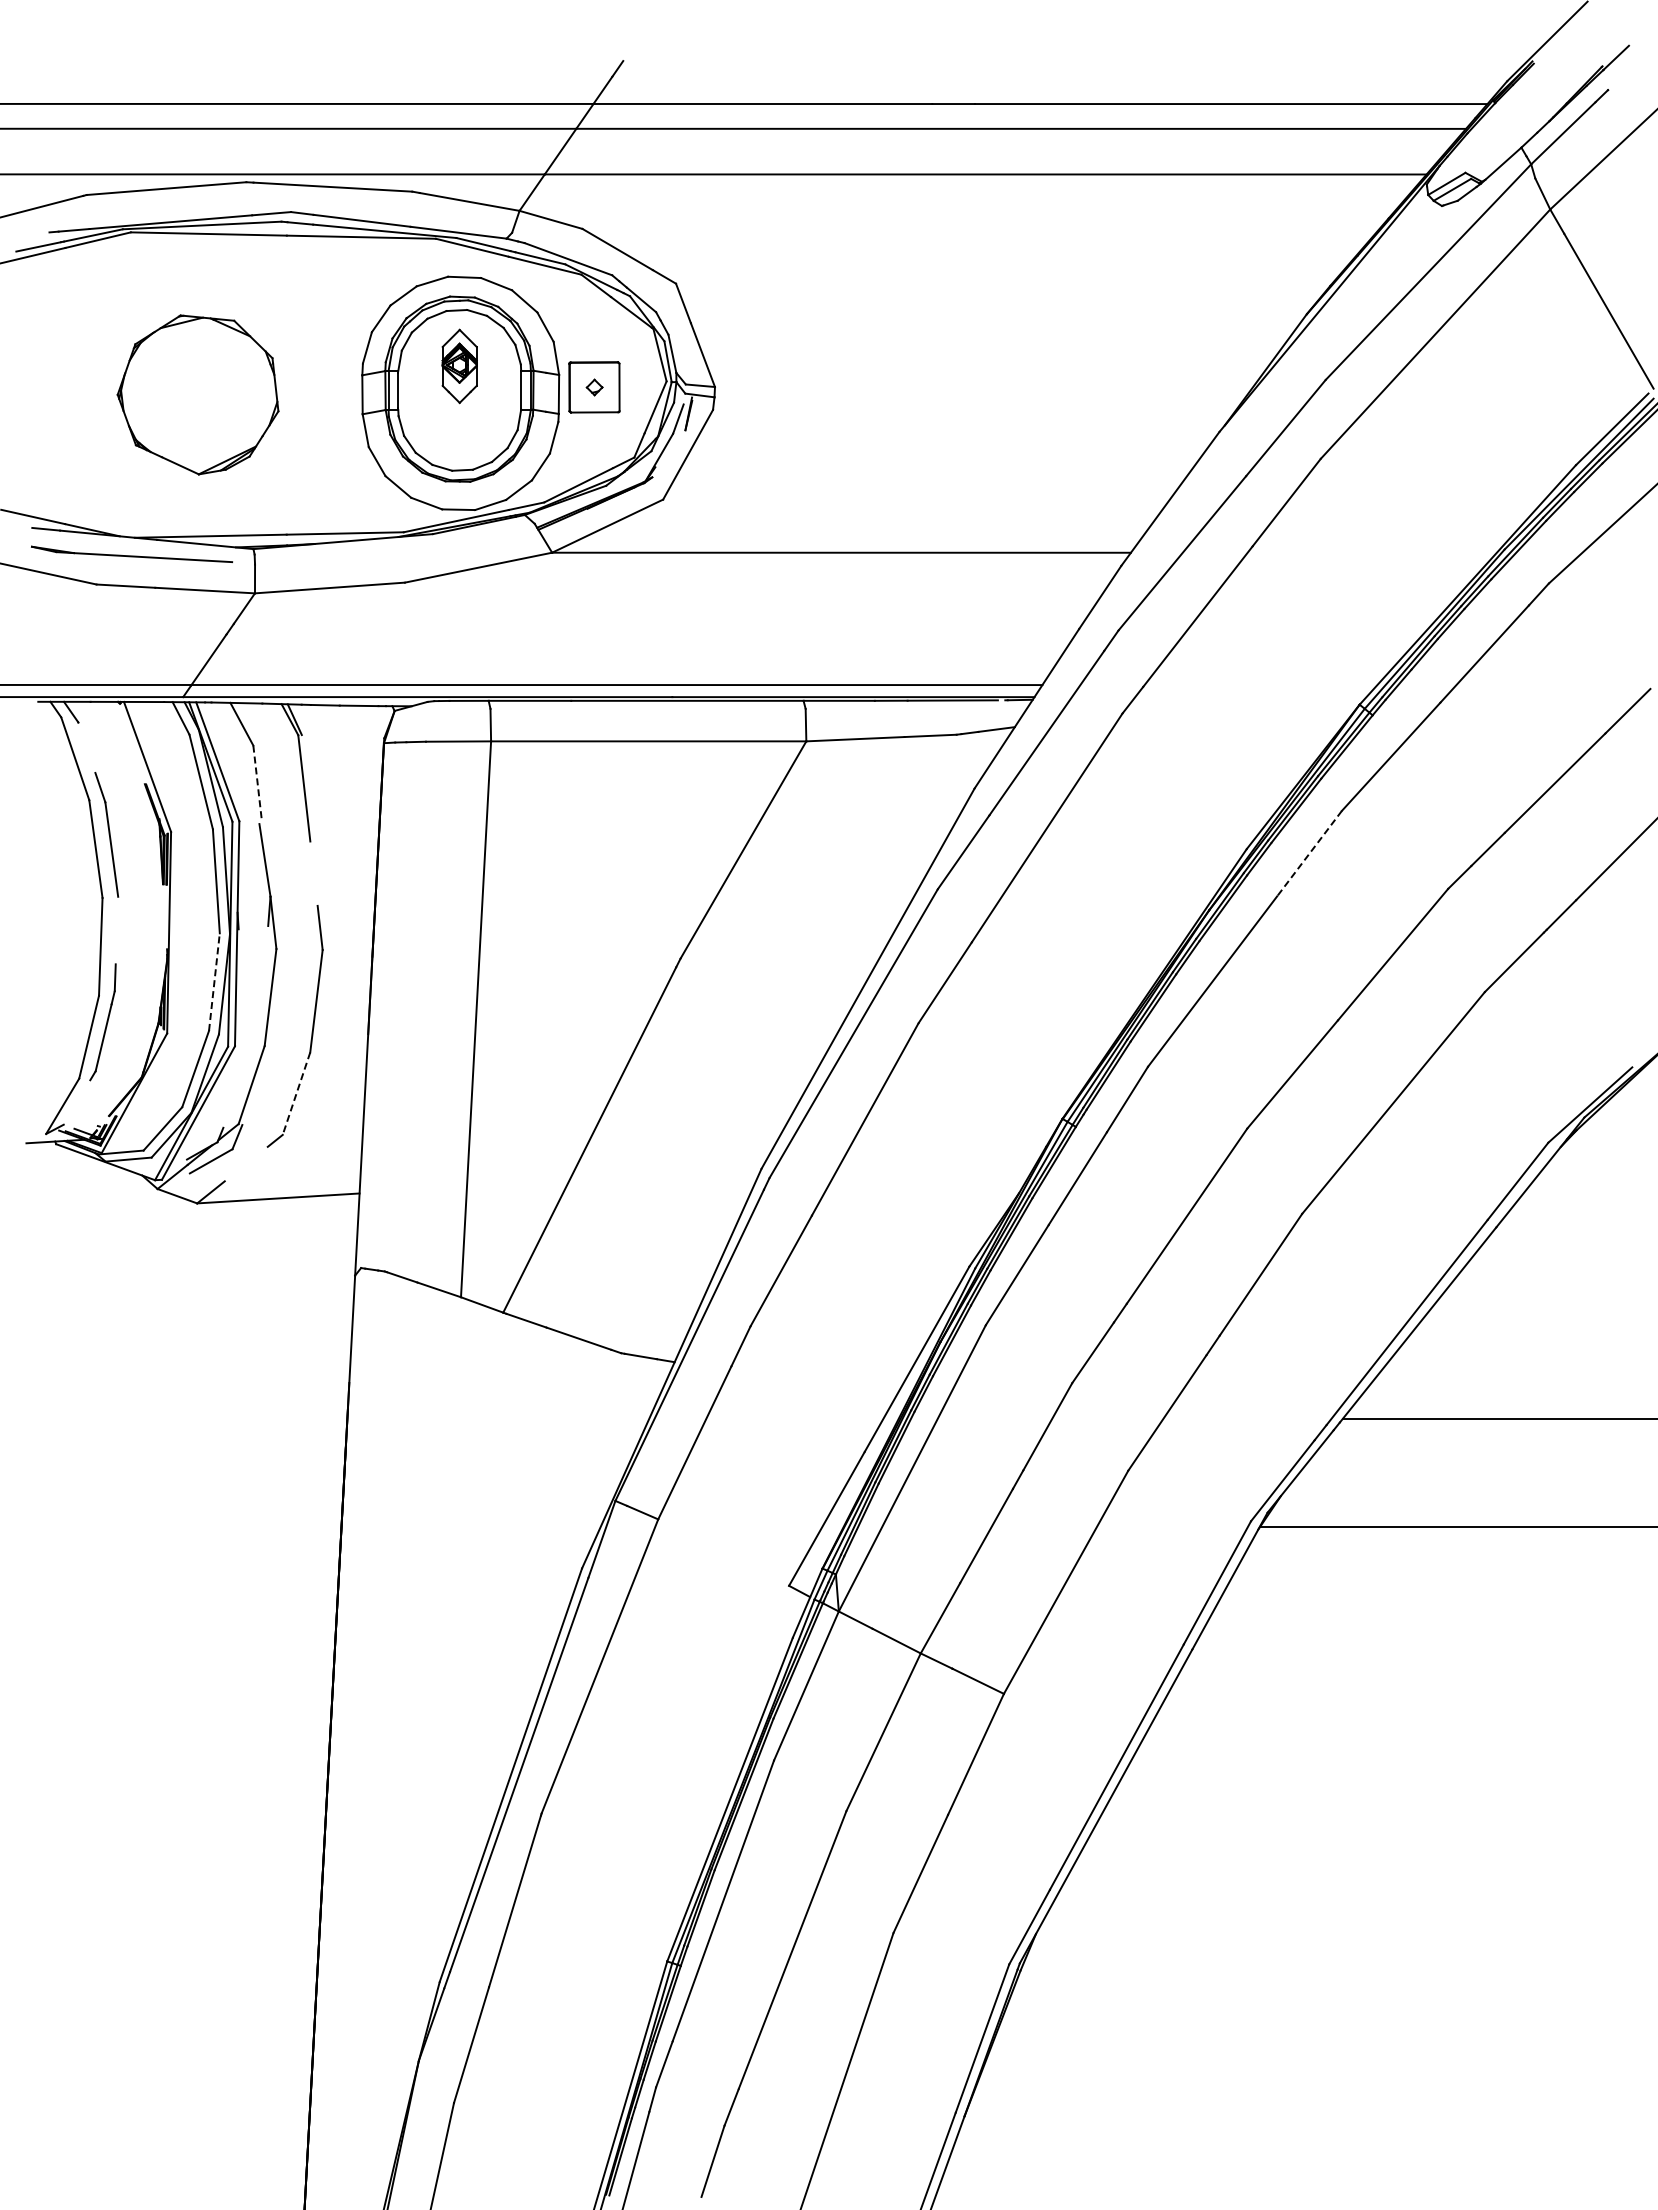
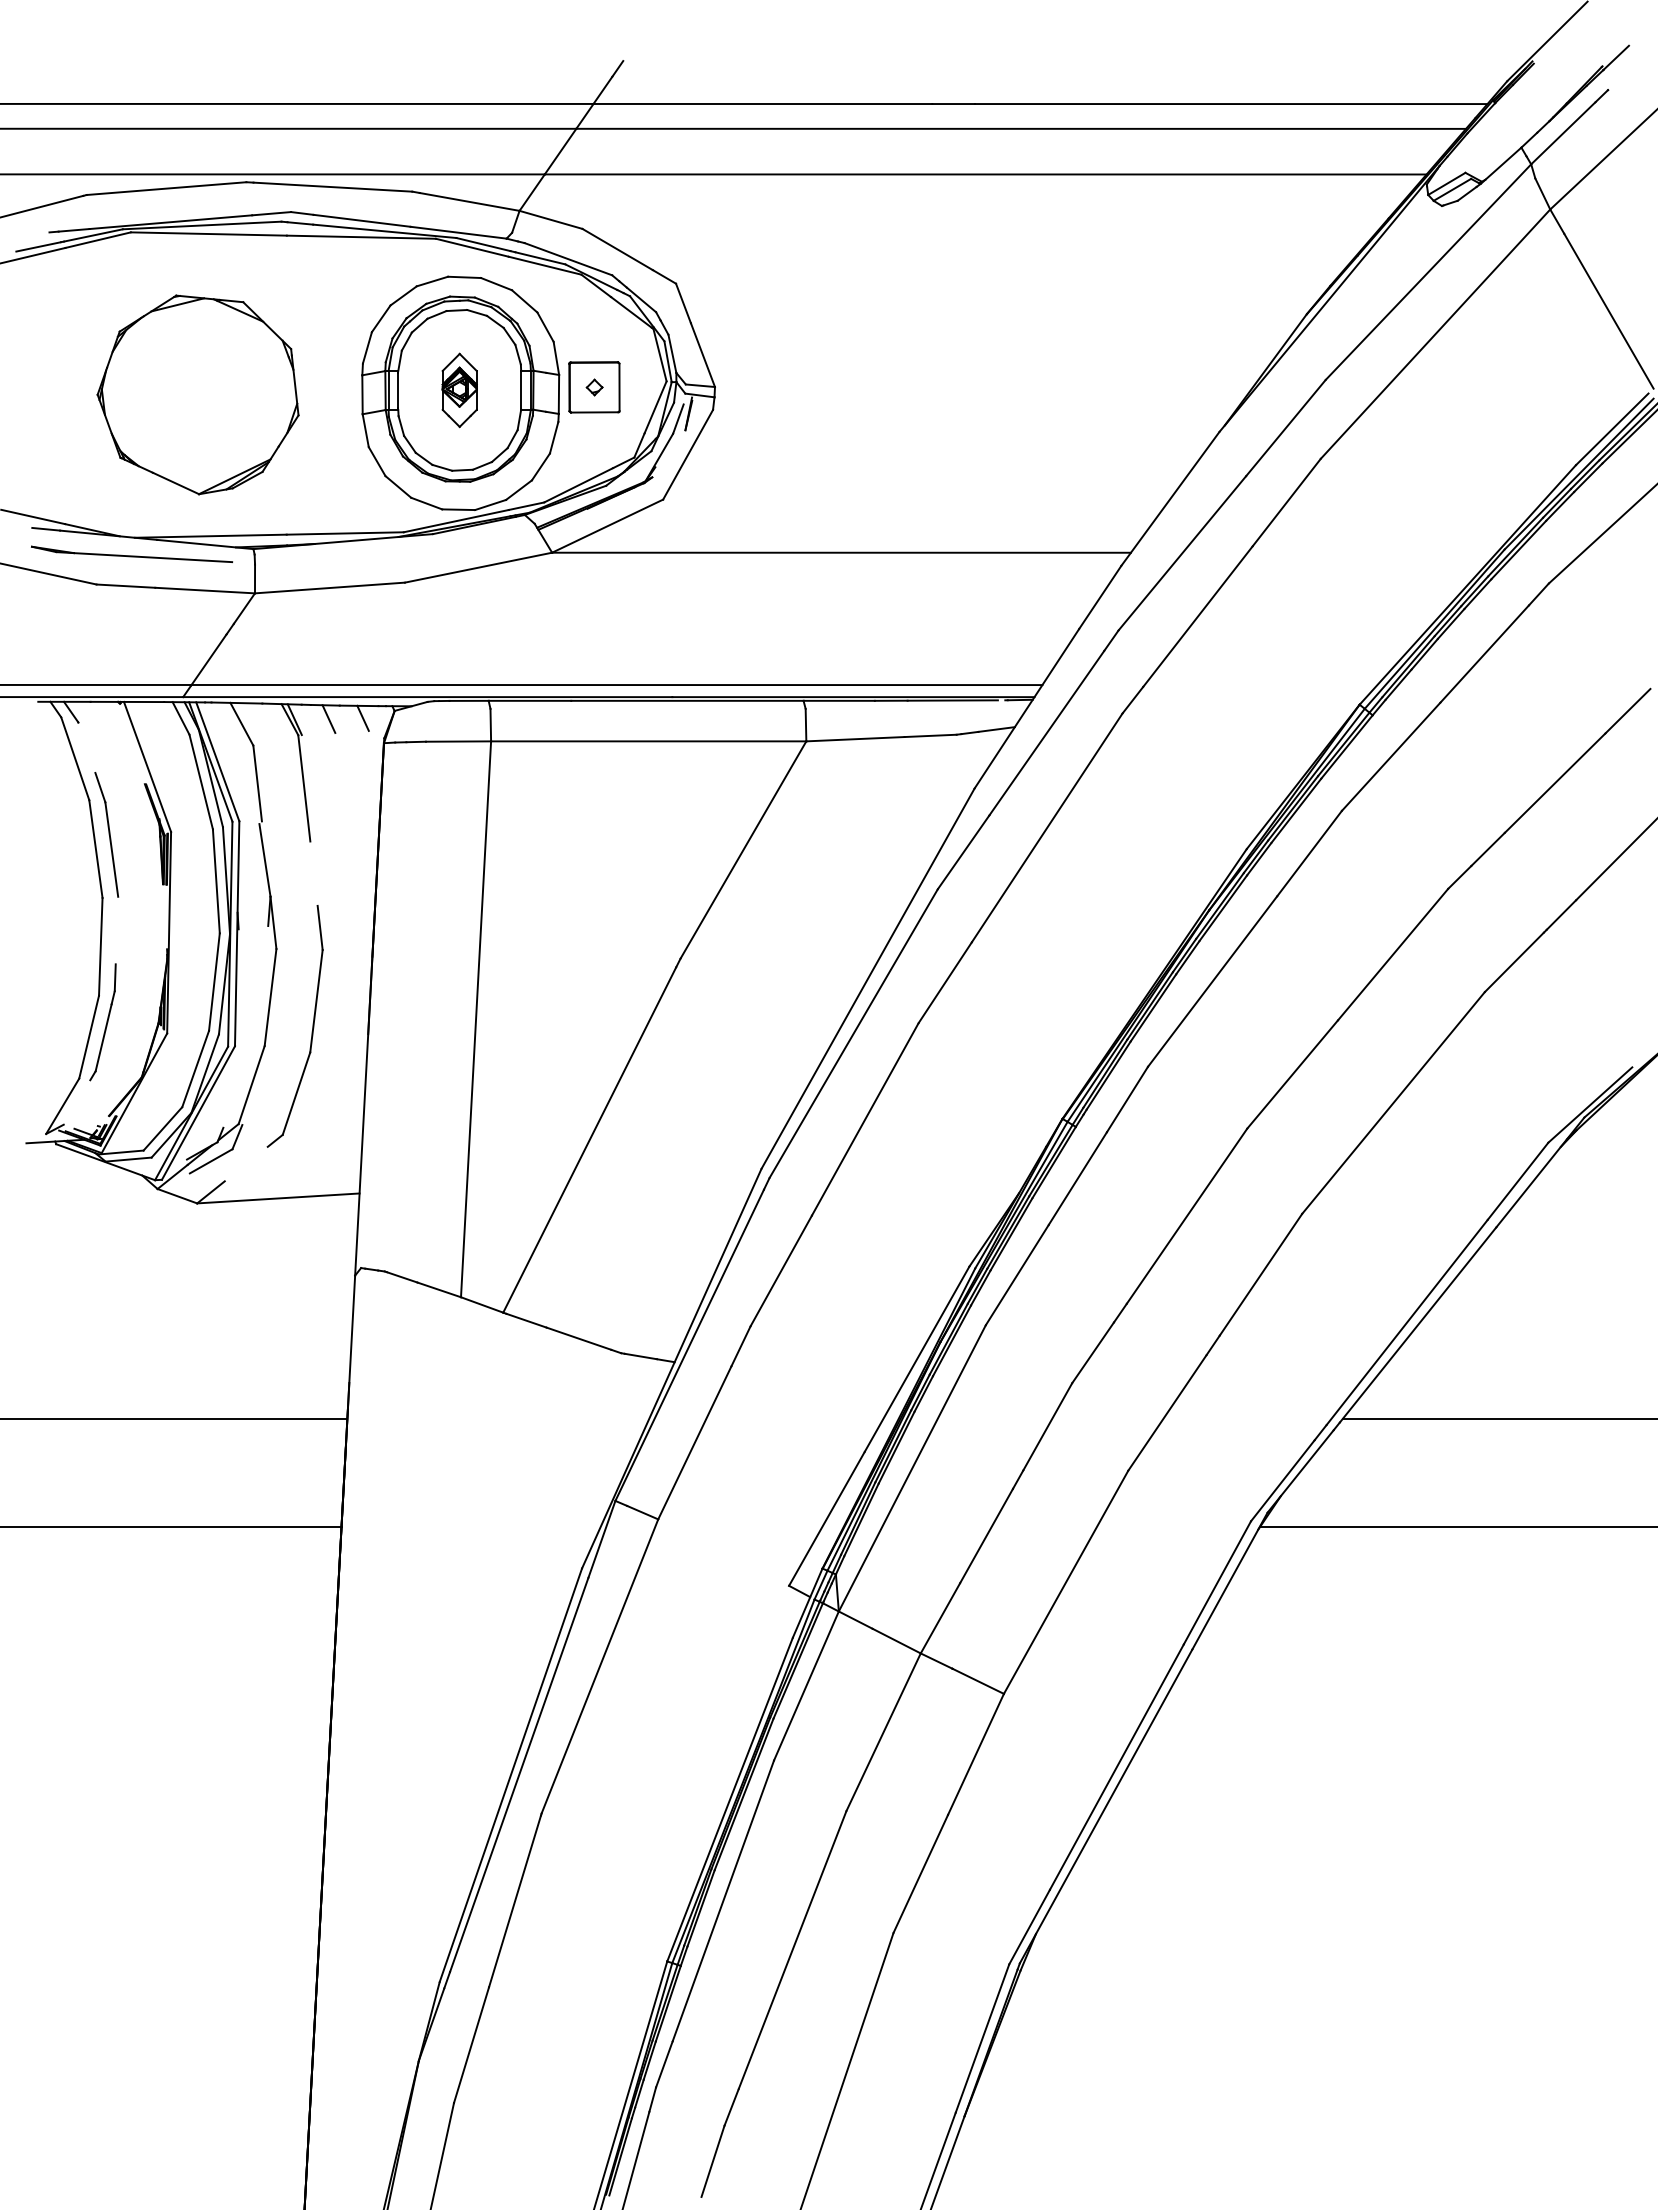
part at (459, 366) position: (459, 366) -> (459, 390)
part at (197, 394) size: 164x162 px -> 204x202 px
line at (362, 717): none -> present
line at (328, 718): none -> present
line at (257, 784): dashed -> solid
line at (1309, 853): dashed -> solid
line at (214, 981): dashed -> solid
line at (296, 1094): dashed -> solid
line at (174, 1418): none -> present
line at (171, 1526): none -> present
